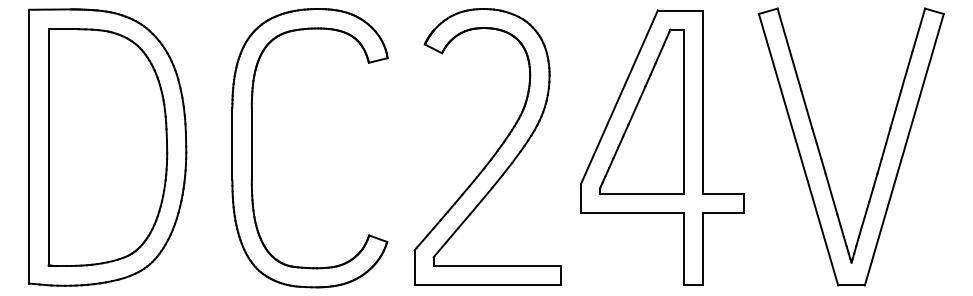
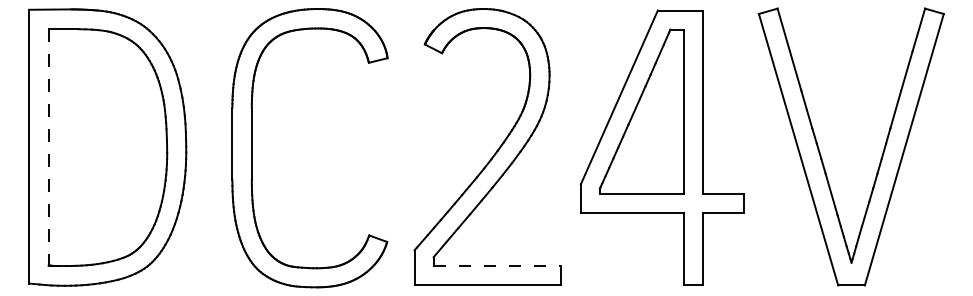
line at (48, 147): solid -> dashed
line at (497, 266): solid -> dashed
